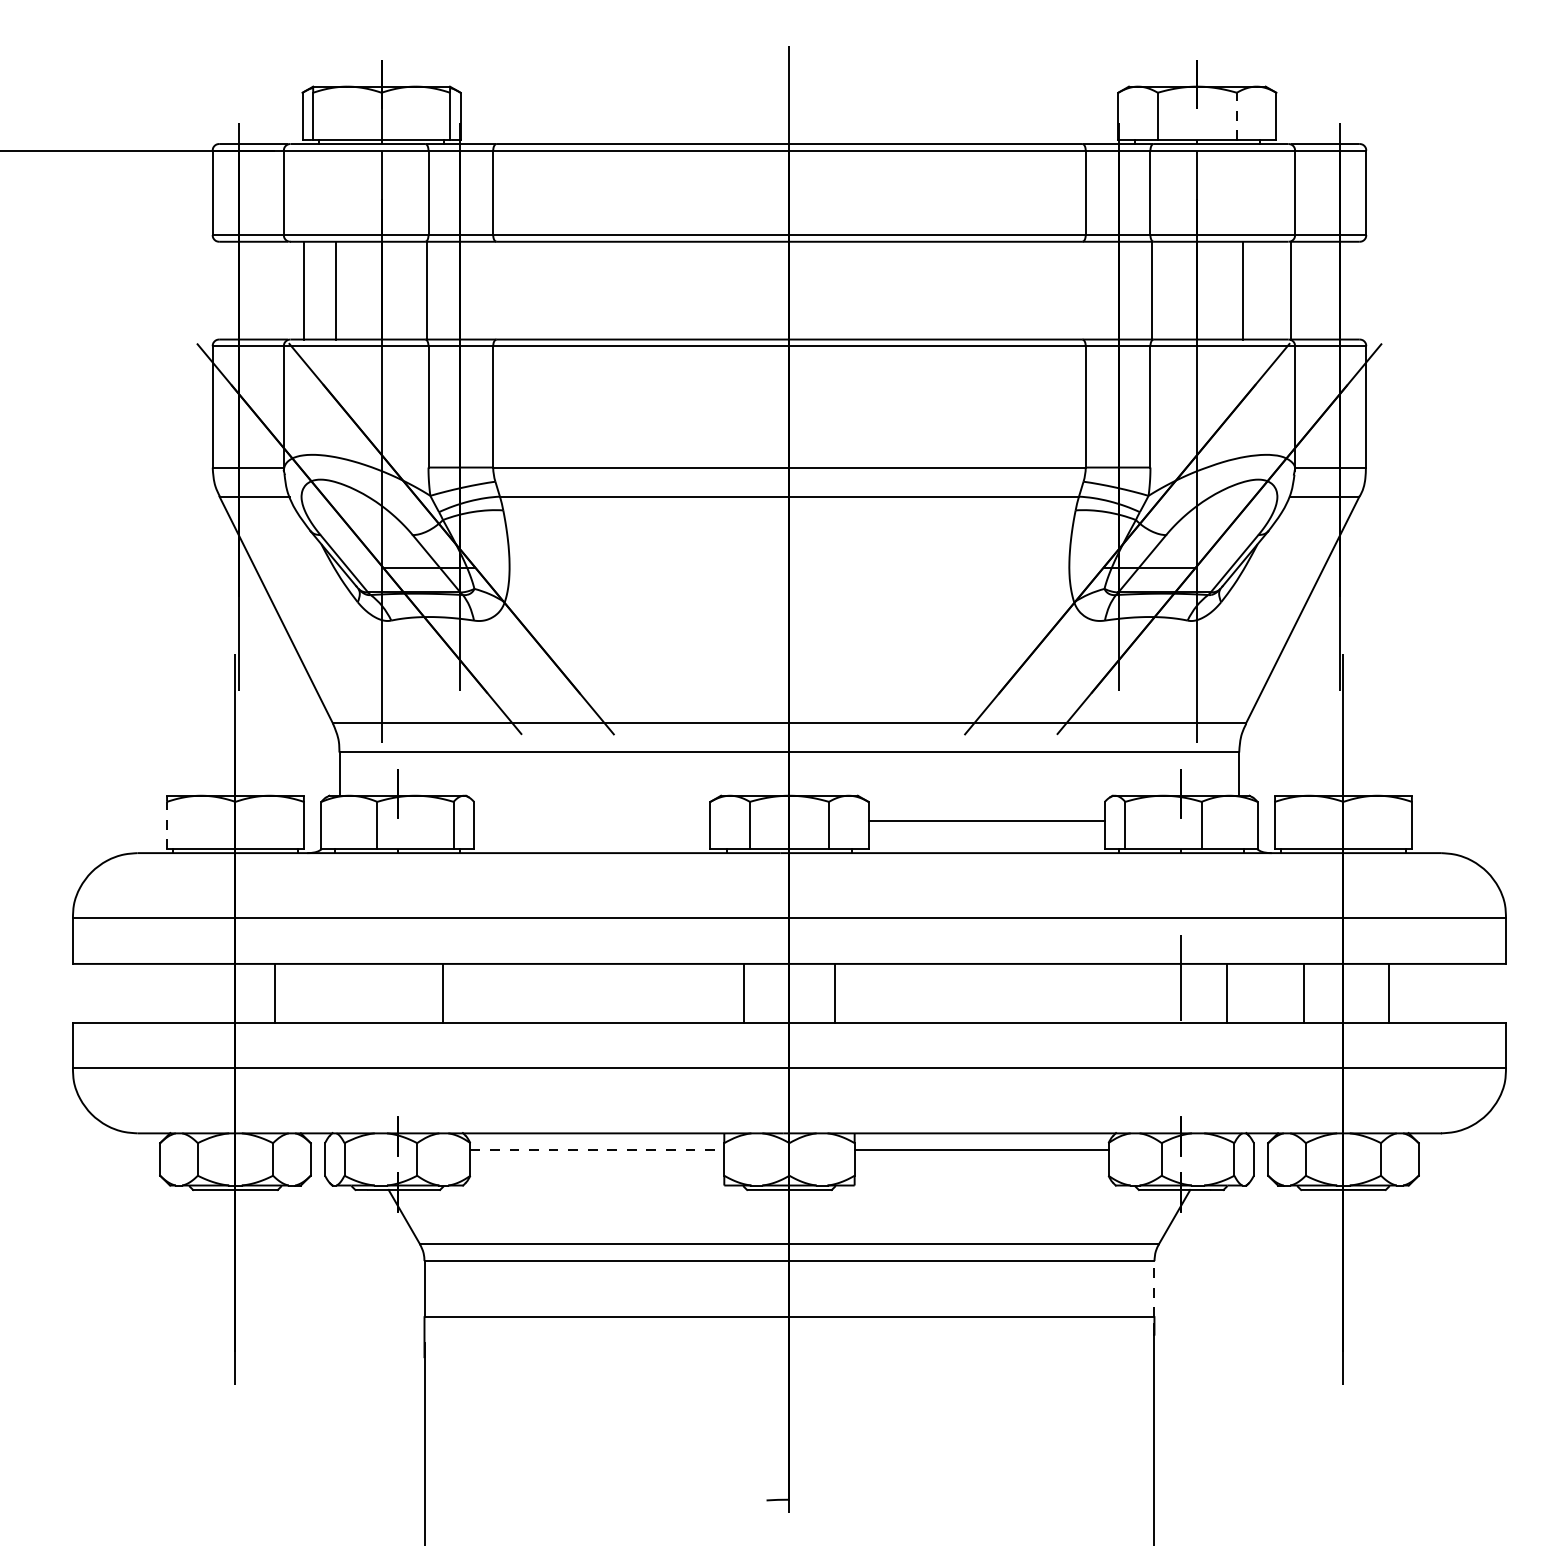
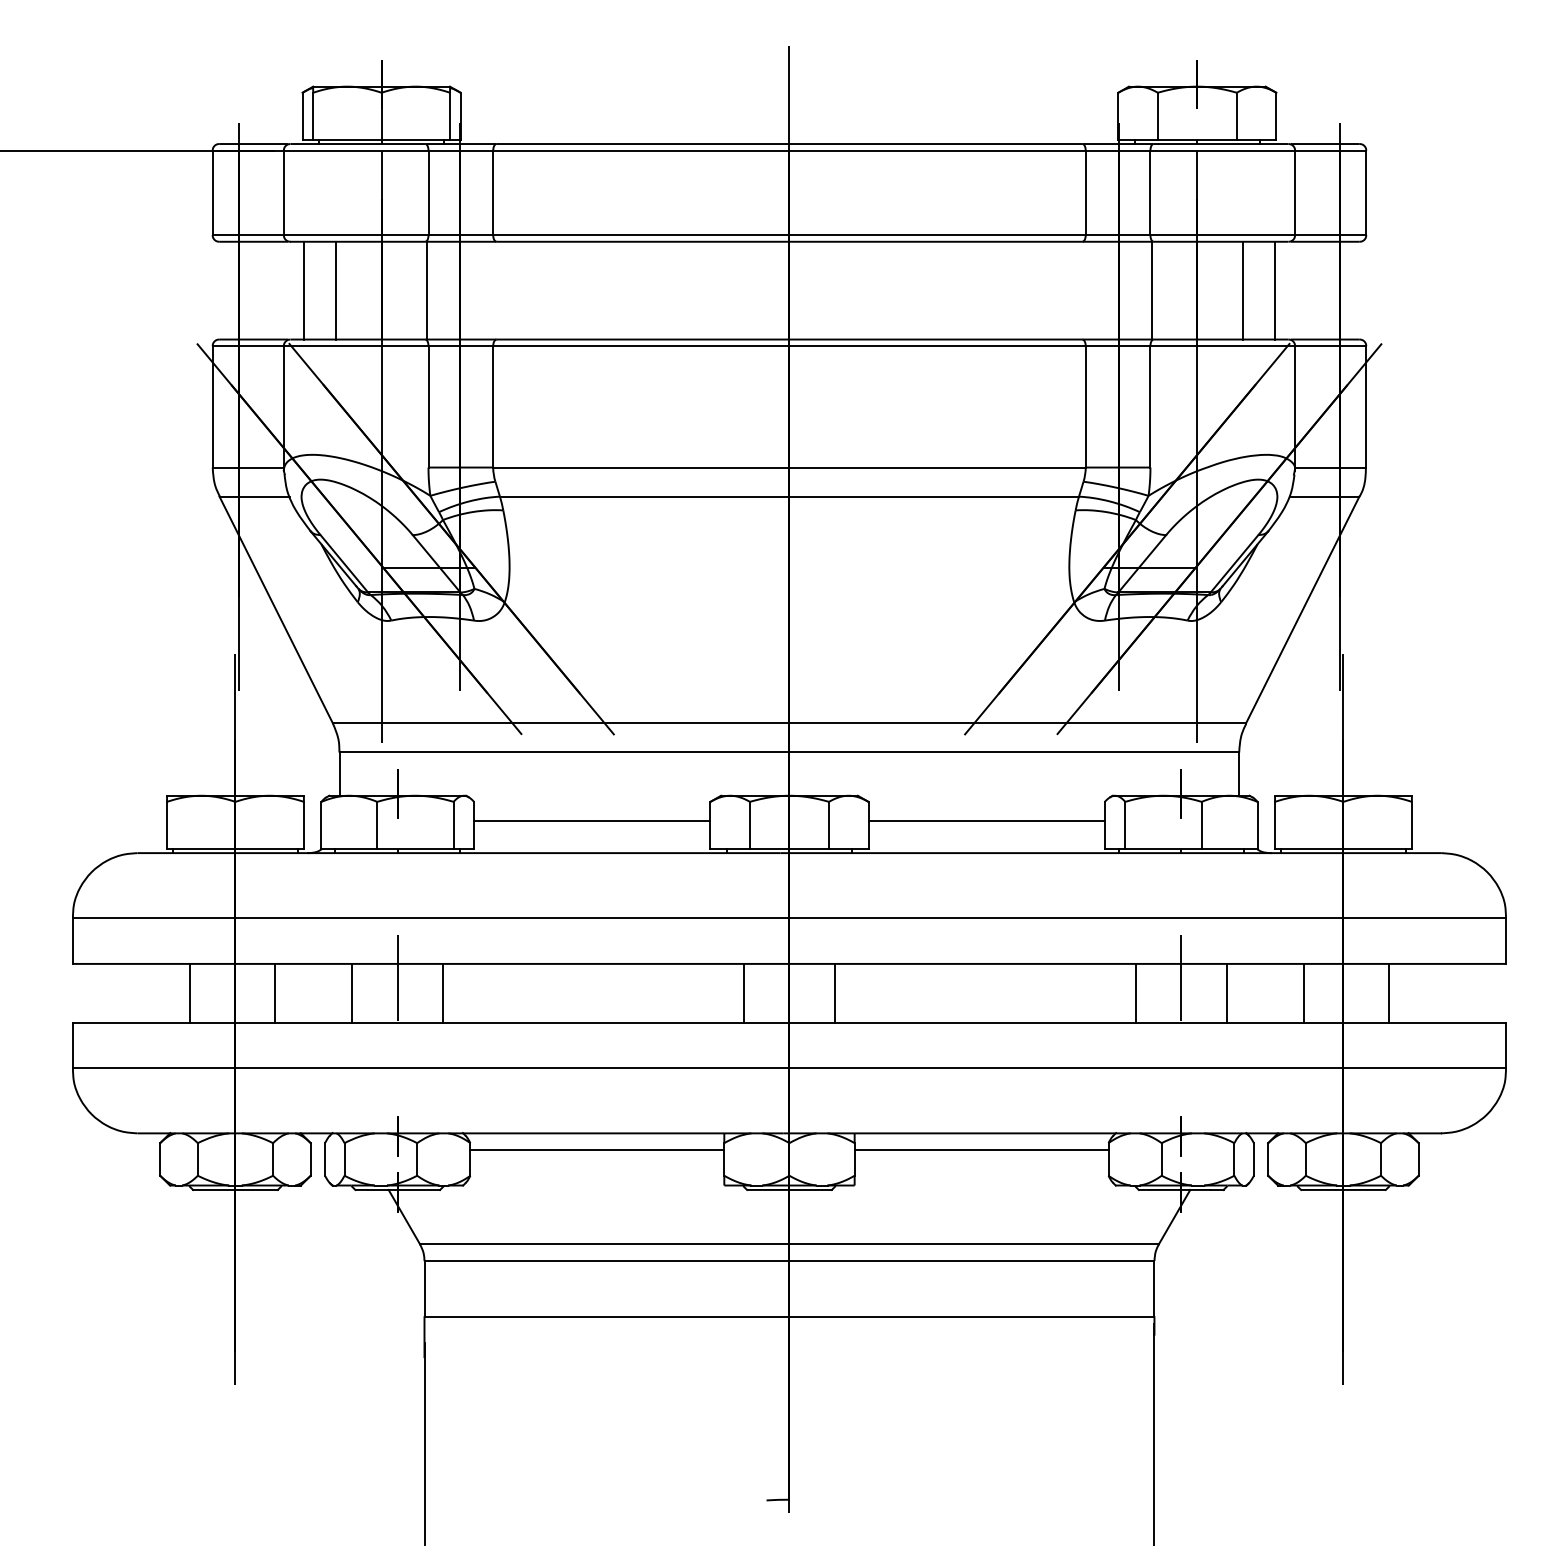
line at (1236, 116): dashed -> solid
line at (1291, 290) position: (1291, 290) -> (1275, 290)
line at (592, 820): none -> present
line at (167, 825): dashed -> solid
line at (397, 978): none -> present
line at (189, 992): none -> present
line at (352, 992): none -> present
line at (1135, 992): none -> present
line at (597, 1149): dashed -> solid
line at (1154, 1288): dashed -> solid
